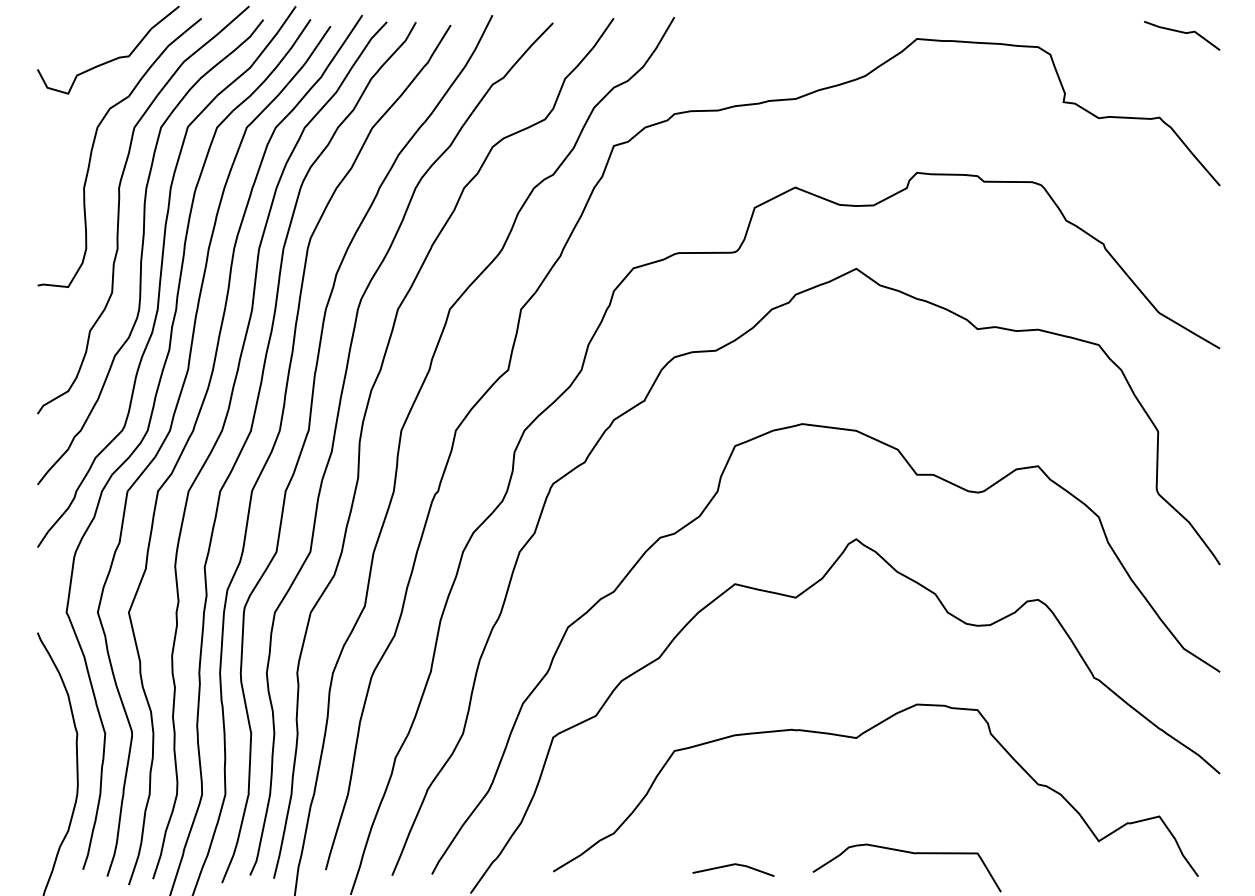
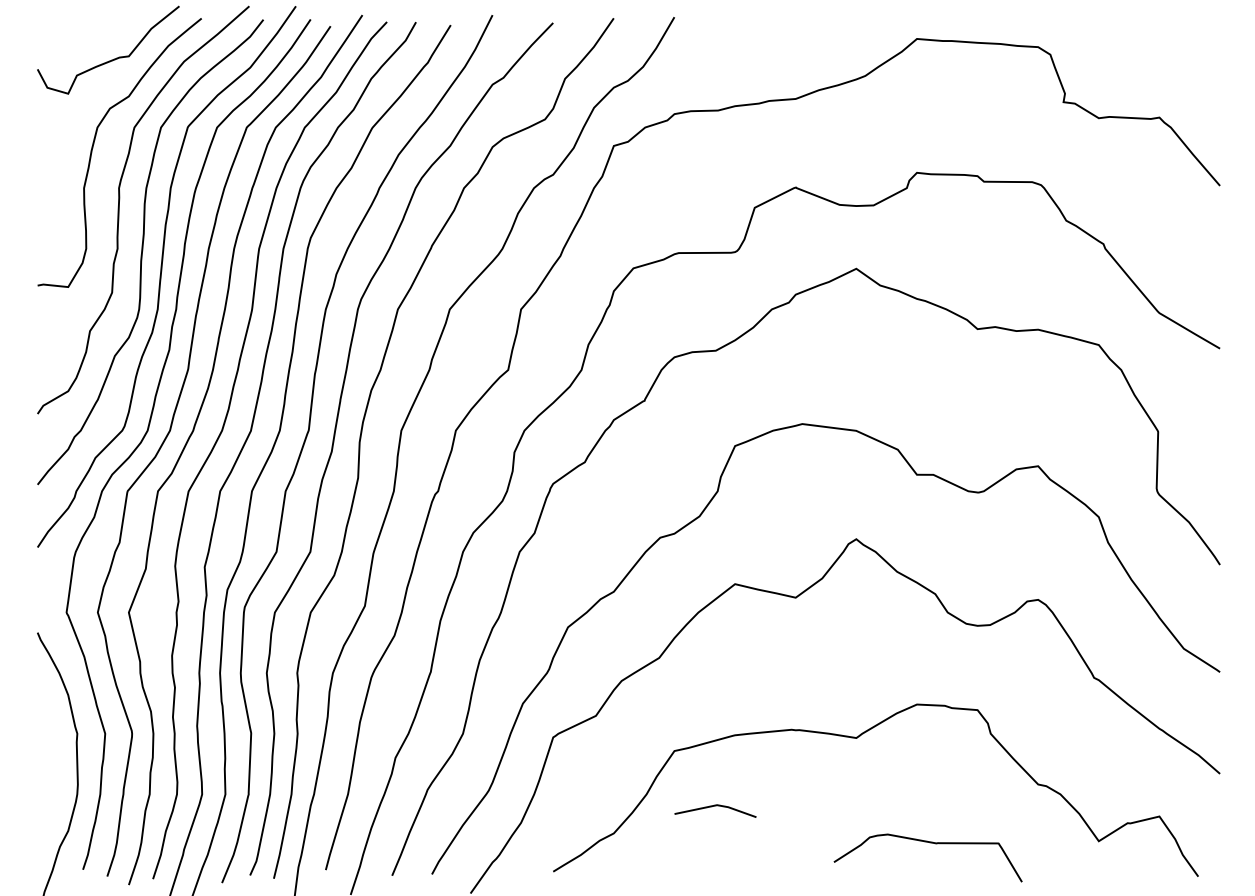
line at (1182, 33): present -> none
curve at (908, 853) position: (908, 853) -> (929, 843)
line at (733, 865) position: (733, 865) -> (715, 806)
